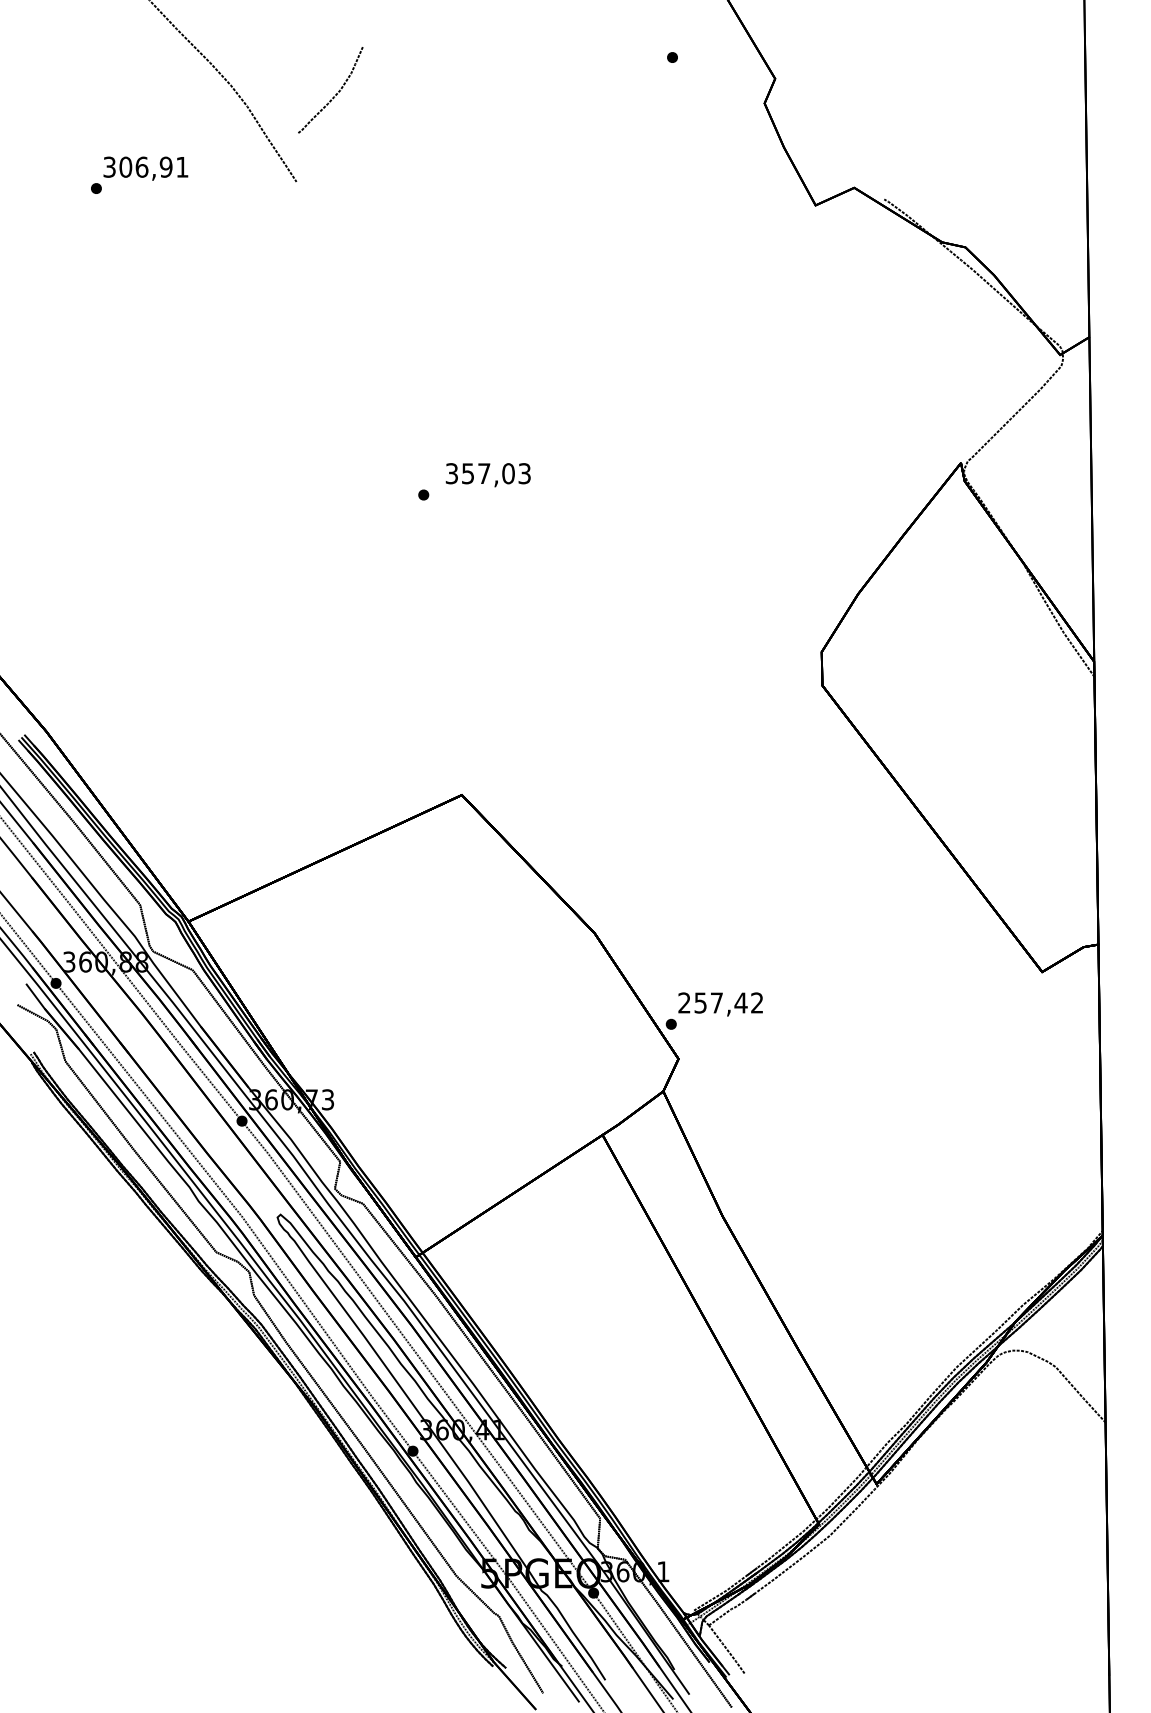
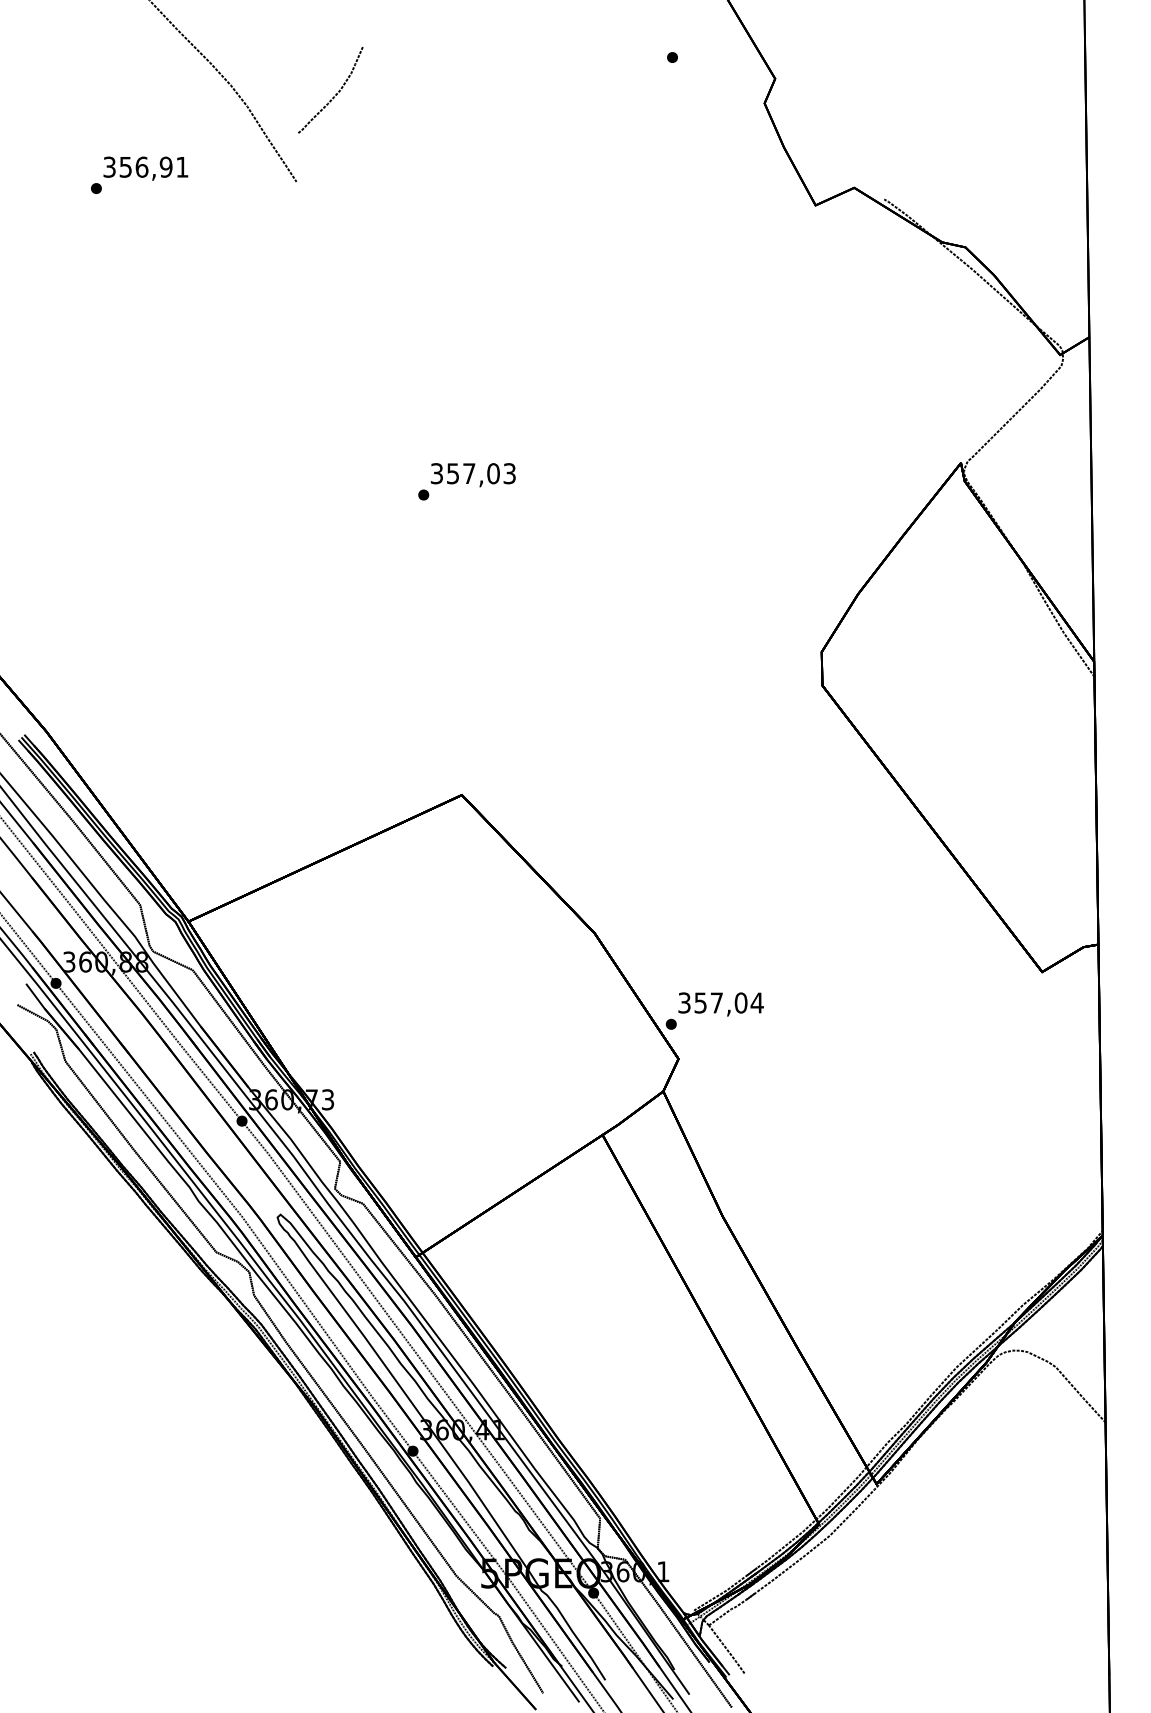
text at (125, 166): 306,91 -> 356,91
text at (487, 475) position: (487, 475) -> (472, 475)
text at (720, 1002): 257,42 -> 357,04
